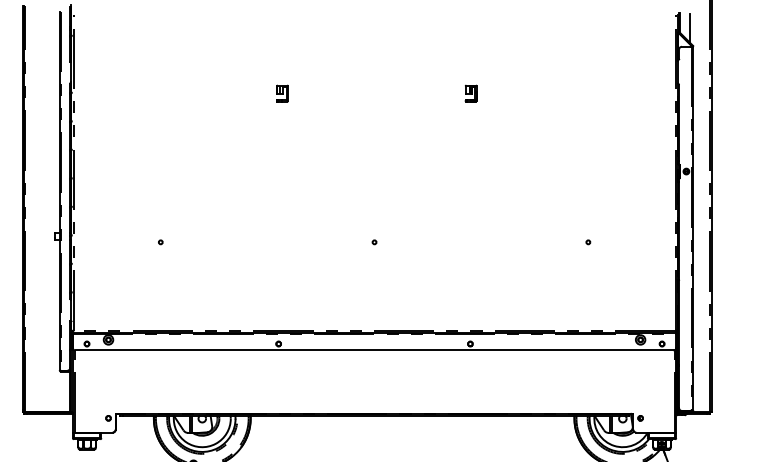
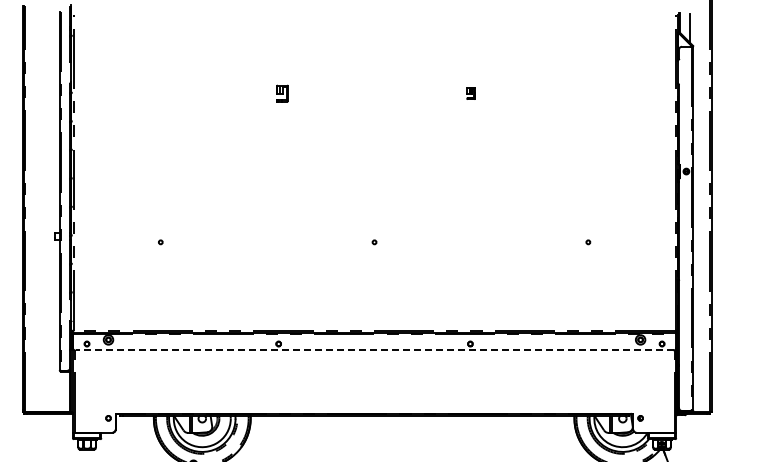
part at (470, 93) size: 14x19 px -> 10x13 px
line at (374, 350): solid -> dashed
